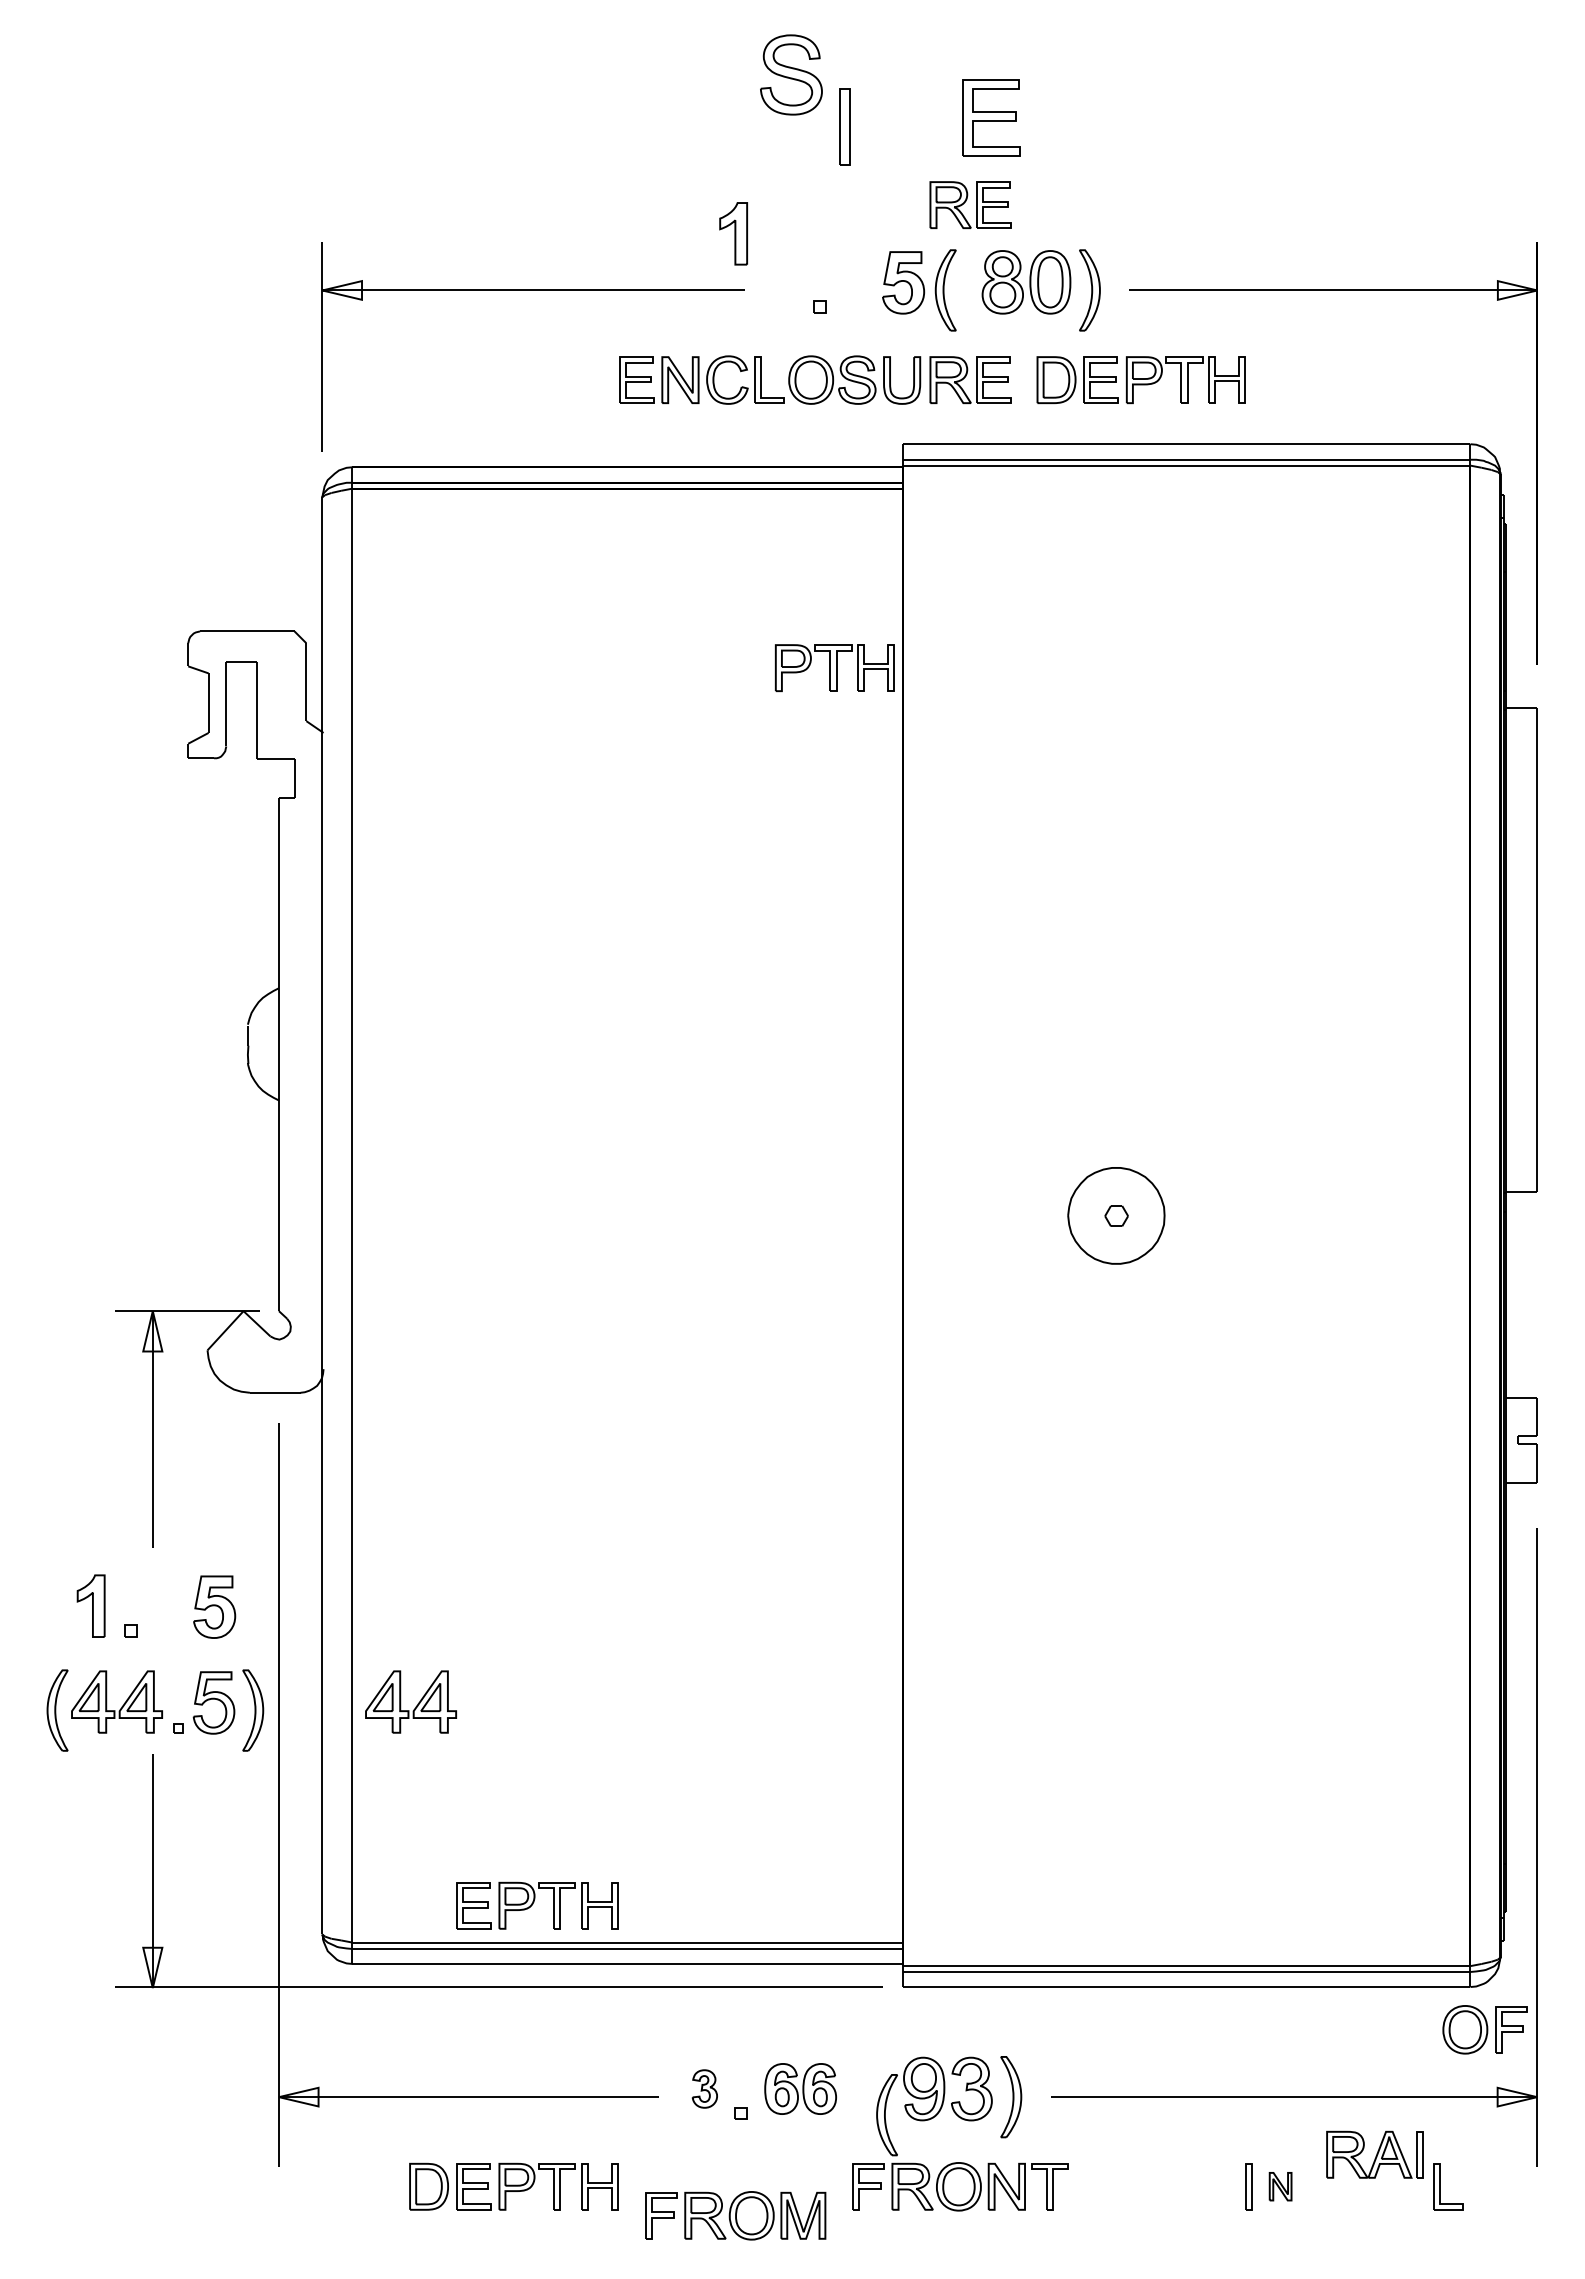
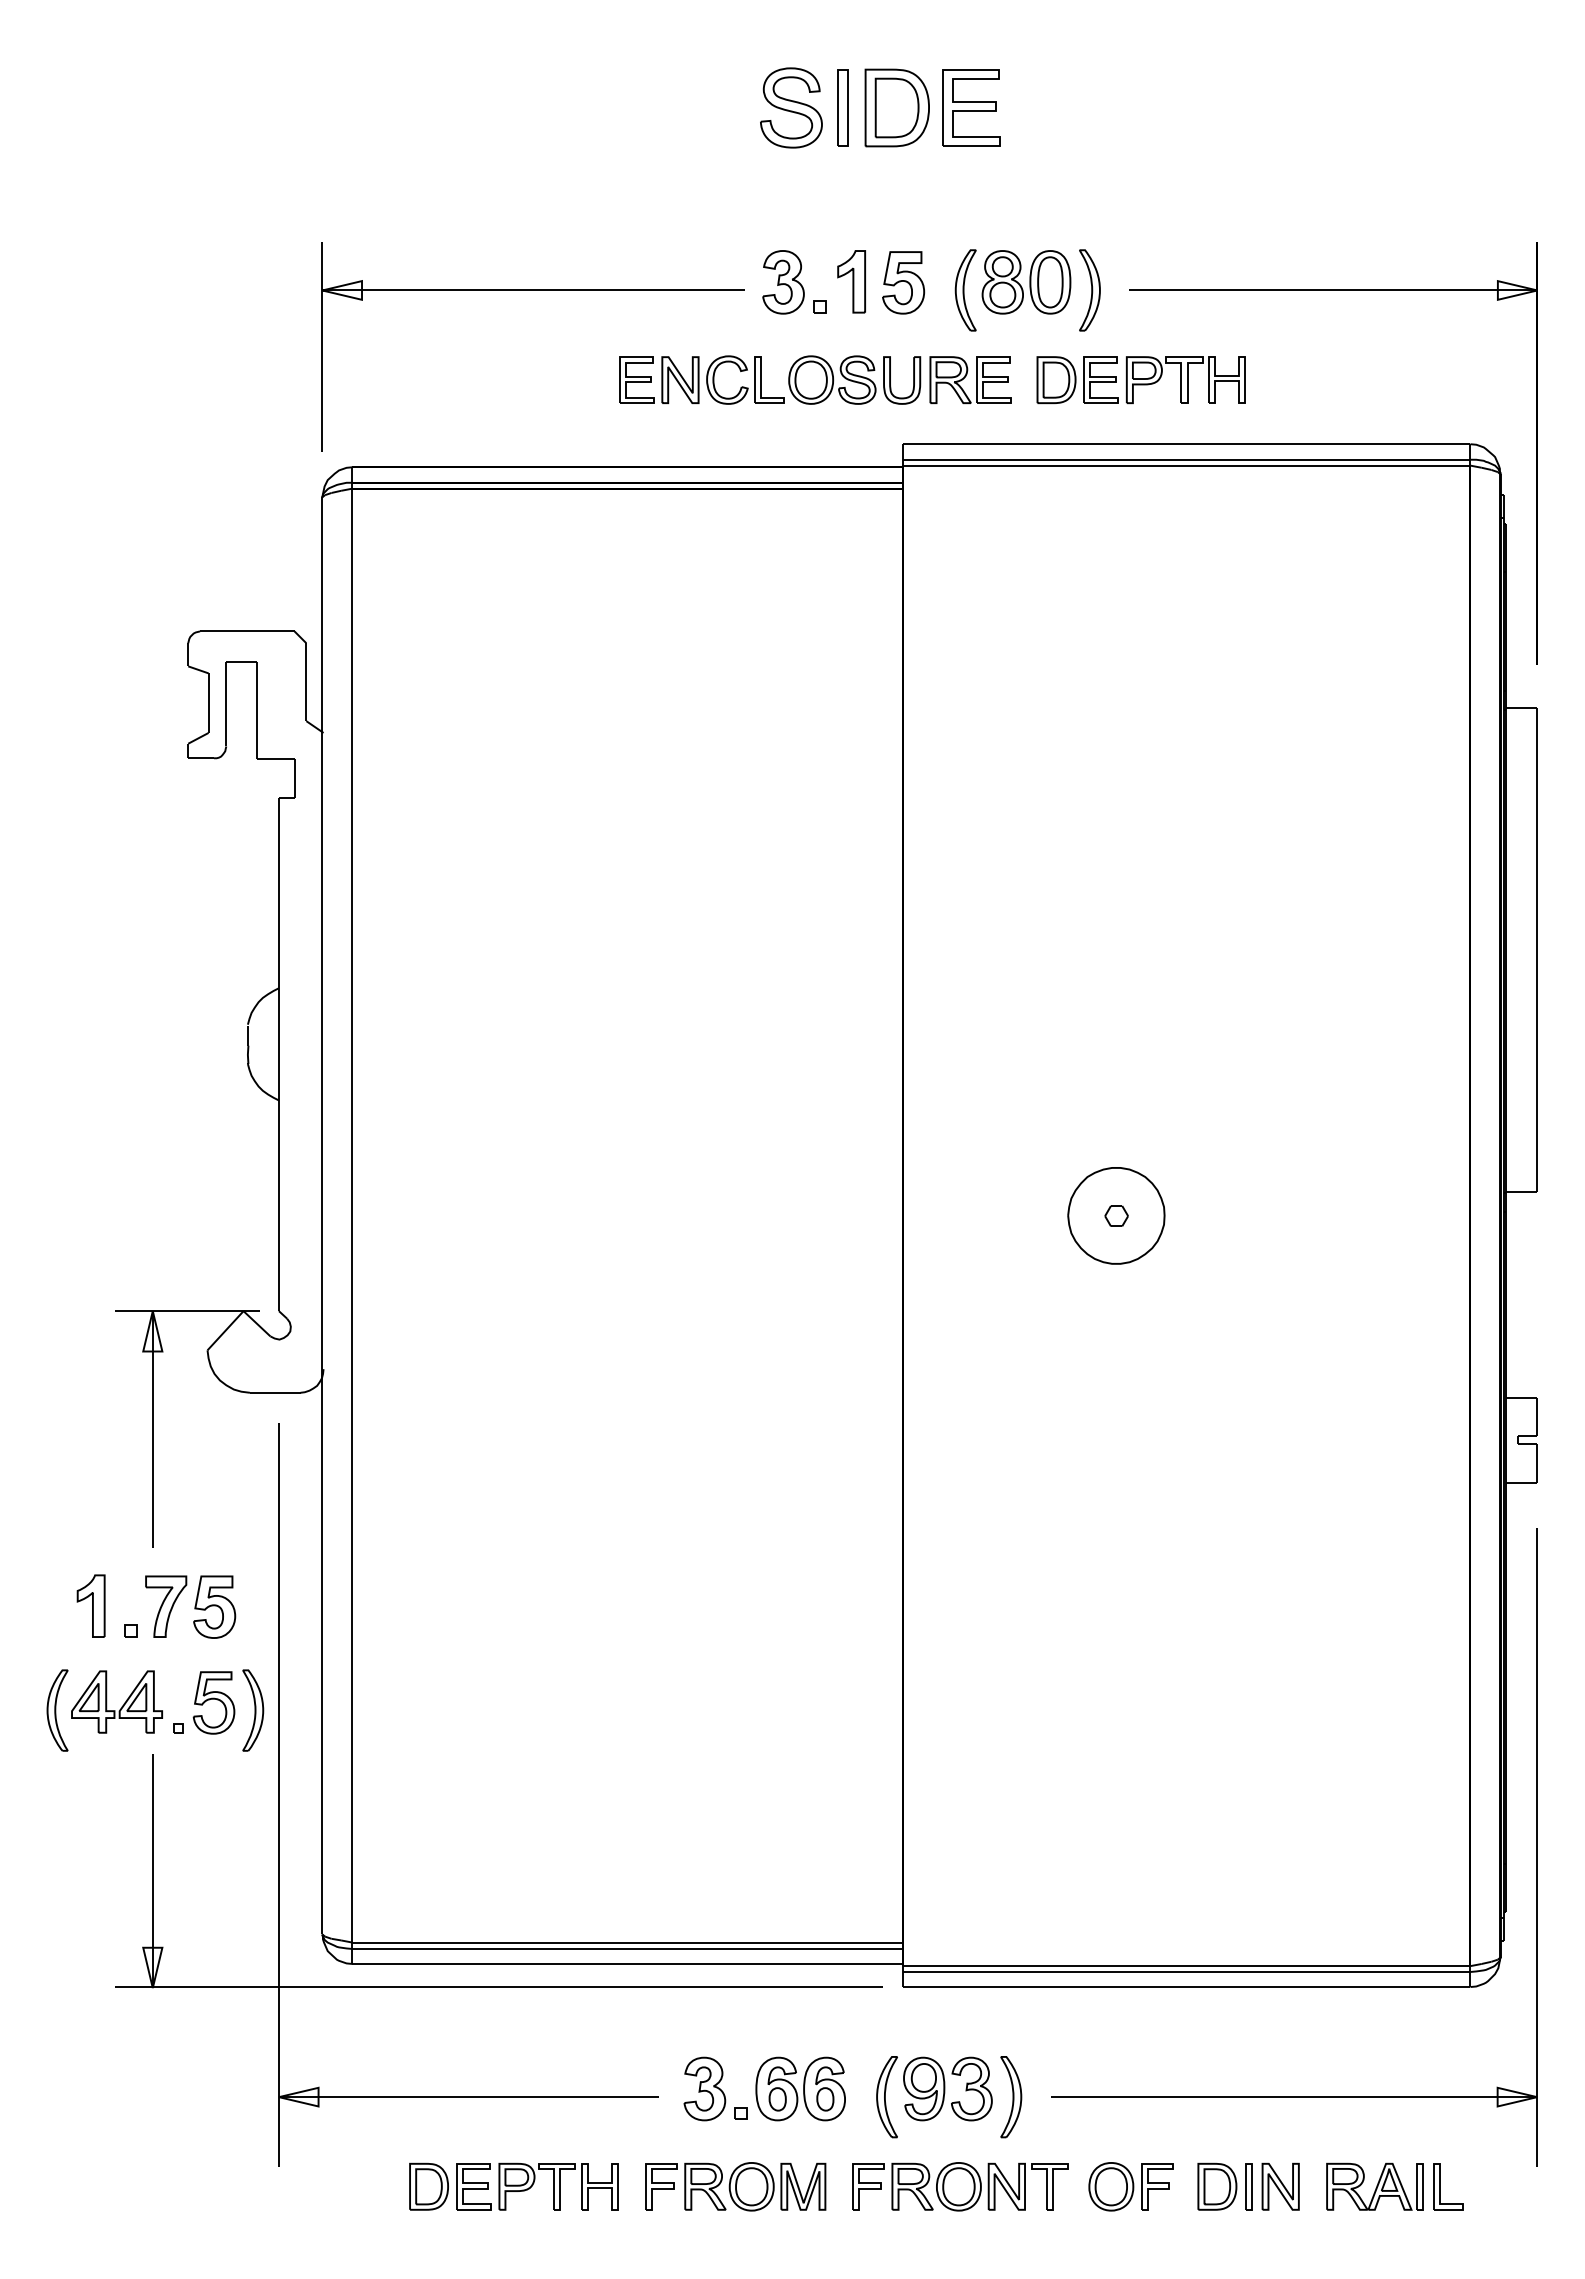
part at (791, 74) position: (791, 74) -> (791, 107)
part at (896, 107): none -> present
part at (991, 117) position: (991, 117) -> (971, 107)
part at (844, 126) position: (844, 126) -> (842, 107)
part at (970, 205): present -> none
part at (733, 233) position: (733, 233) -> (851, 281)
part at (783, 282): none -> present
part at (945, 290) position: (945, 290) -> (965, 290)
part at (834, 668): present -> none
part at (166, 1606): none -> present
part at (415, 1706): present -> none
part at (537, 1905): present -> none
part at (1484, 2029) position: (1484, 2029) -> (1130, 2186)
part at (704, 2088) size: 27x40 px -> 44x66 px
part at (800, 2088) size: 73x52 px -> 91x66 px
part at (886, 2115) position: (886, 2115) -> (886, 2097)
part at (1374, 2154) position: (1374, 2154) -> (1374, 2186)
part at (1217, 2186): none -> present
part at (1280, 2186) size: 25x30 px -> 39x49 px
part at (735, 2215) position: (735, 2215) -> (735, 2186)
